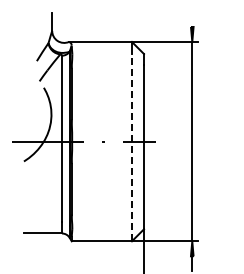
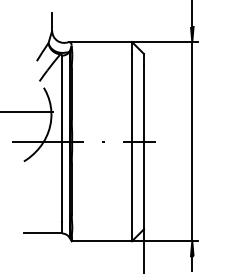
line at (192, 14): none -> present
line at (28, 111): none -> present
line at (131, 147): dashed -> solid
